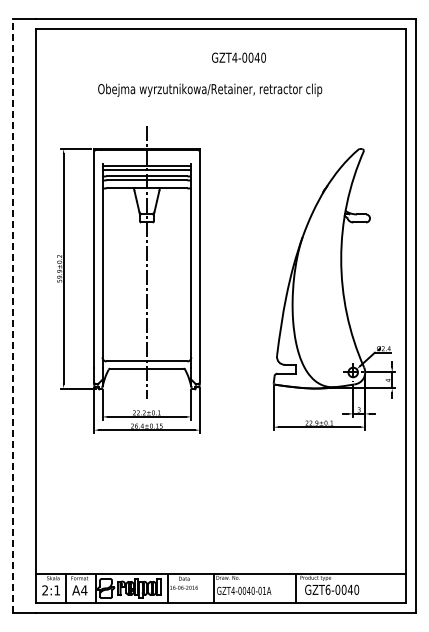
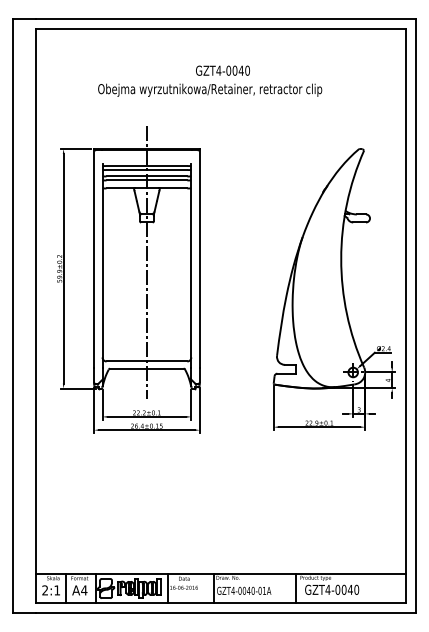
text at (238, 57) position: (238, 57) -> (222, 70)
line at (12, 315): dashed -> solid
text at (327, 589): GZT6-0040 -> GZT4-0040
